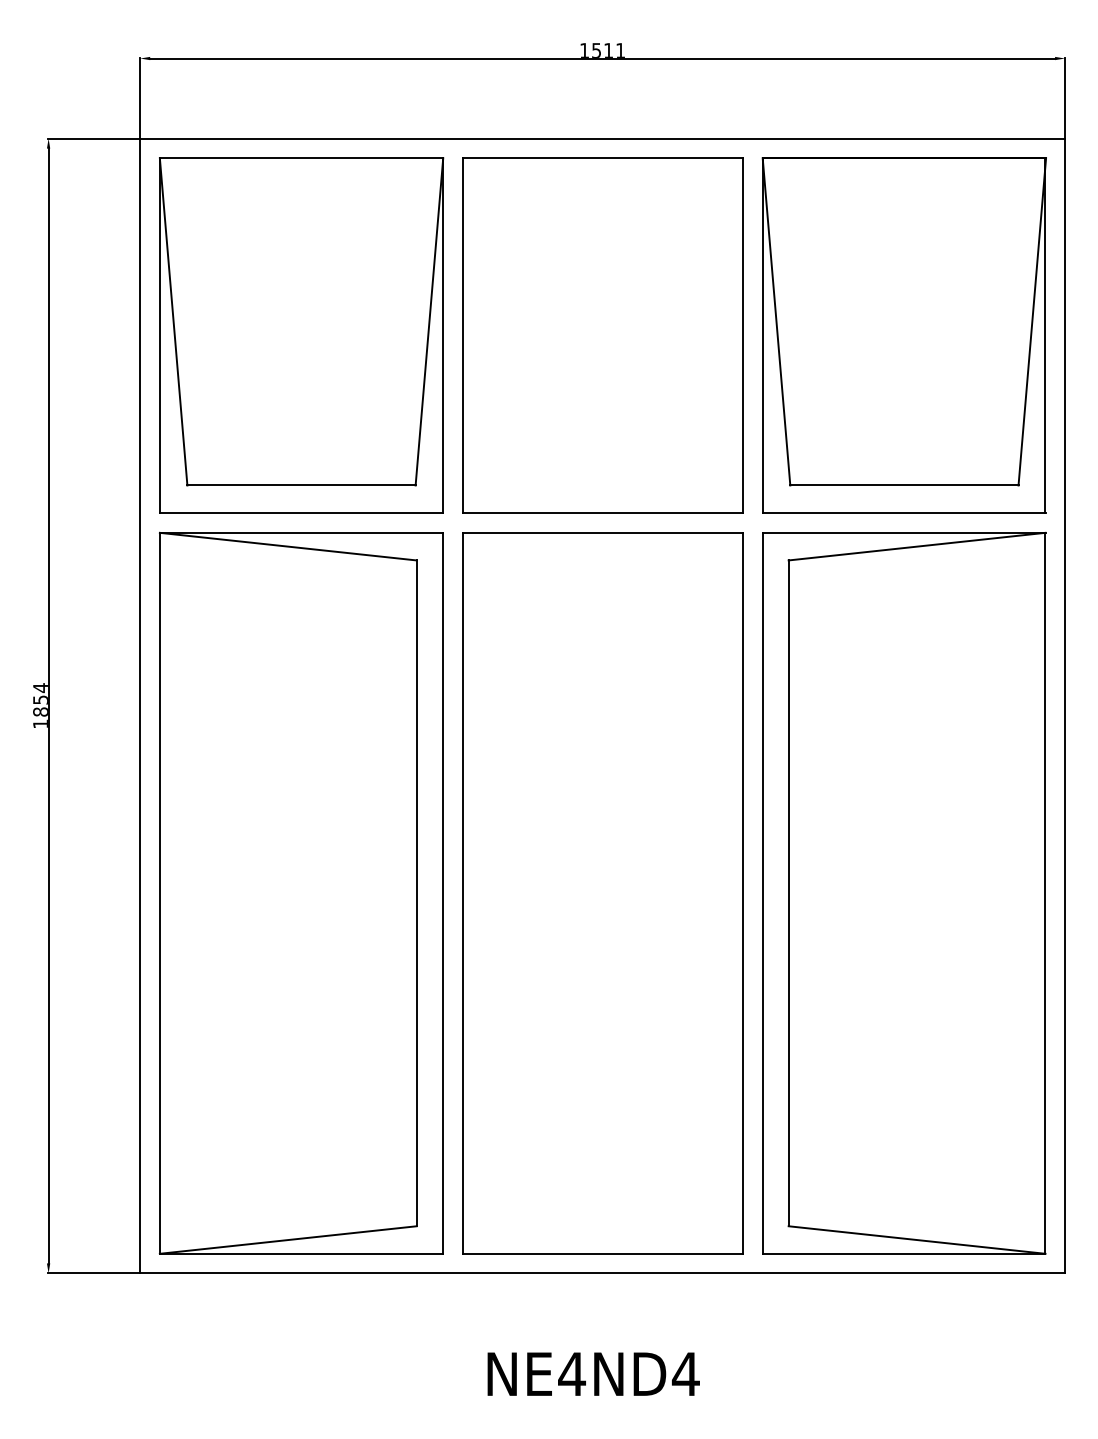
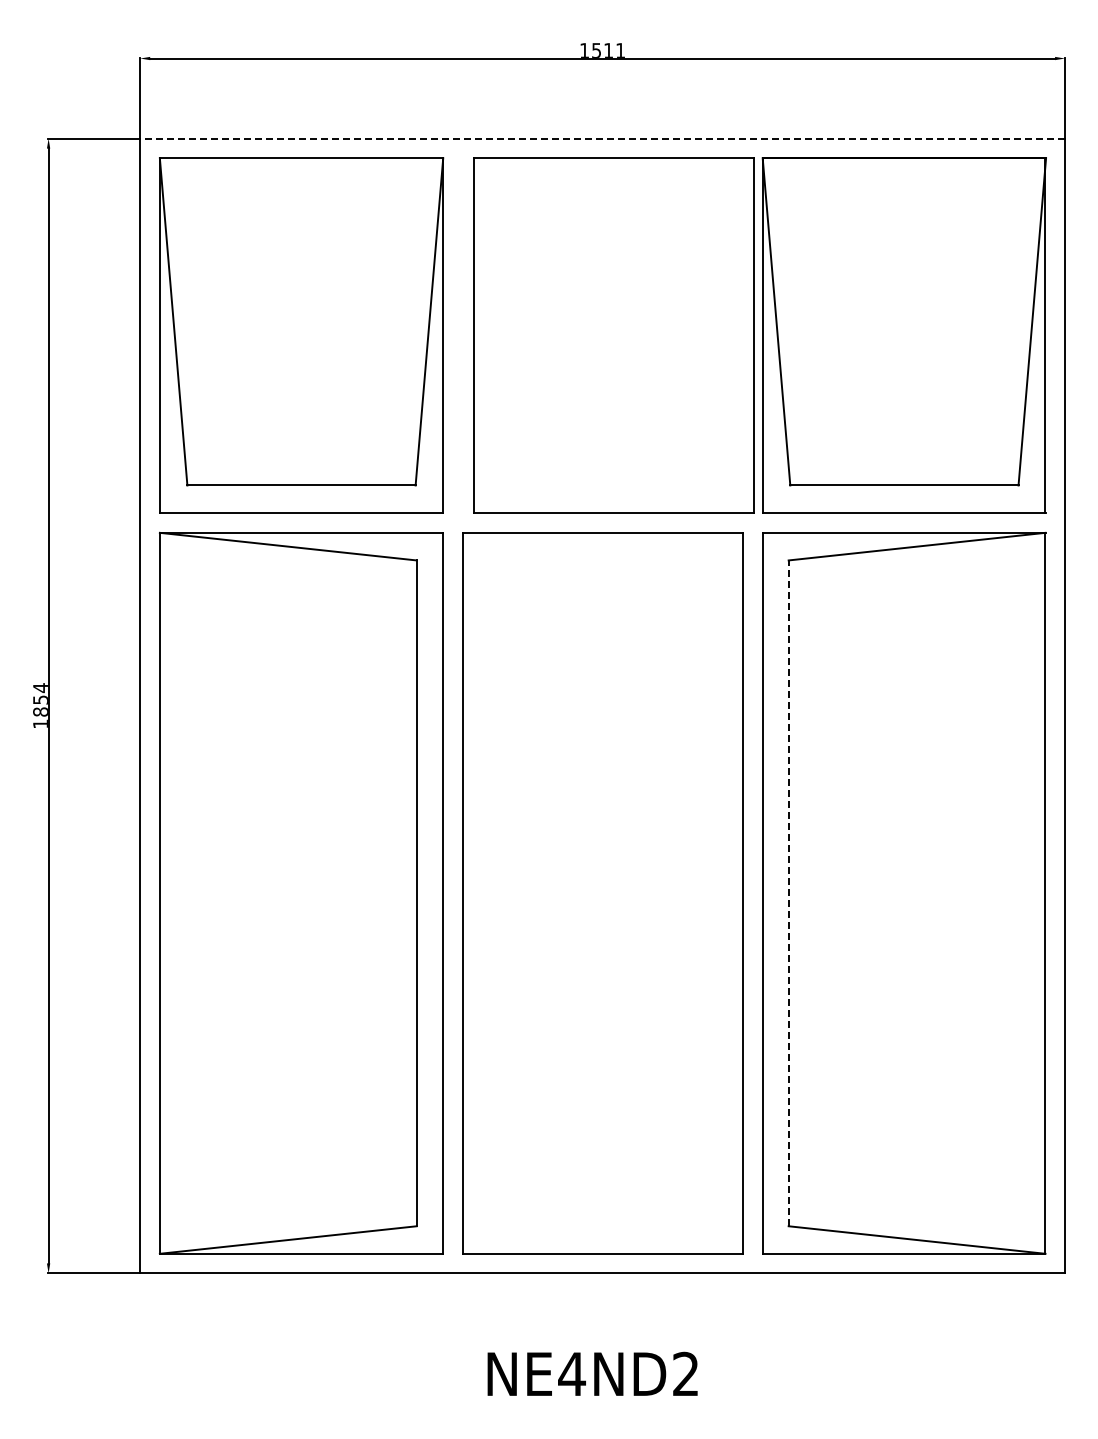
line at (602, 138): solid -> dashed
part at (602, 335) position: (602, 335) -> (613, 335)
line at (788, 893): solid -> dashed
text at (685, 1373): NE4ND4 -> NE4ND2
